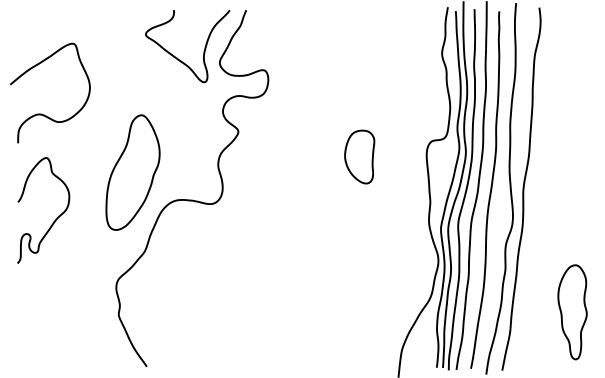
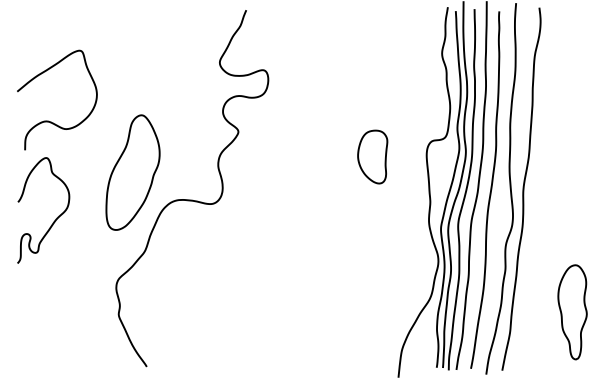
curve at (177, 57): present -> none
curve at (44, 114) position: (44, 114) -> (51, 121)
part at (359, 156) position: (359, 156) -> (372, 156)
